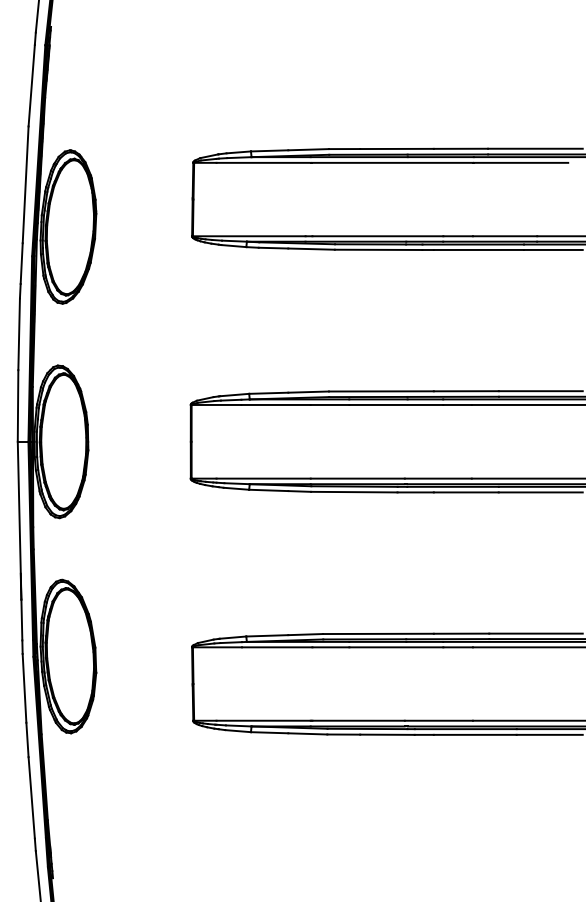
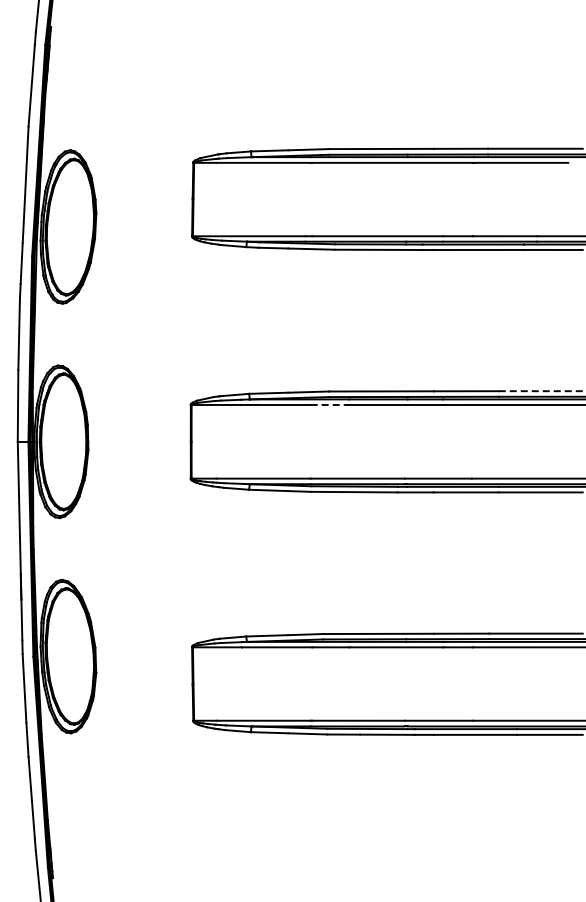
line at (540, 391): solid -> dashed
line at (330, 404): solid -> dashed
